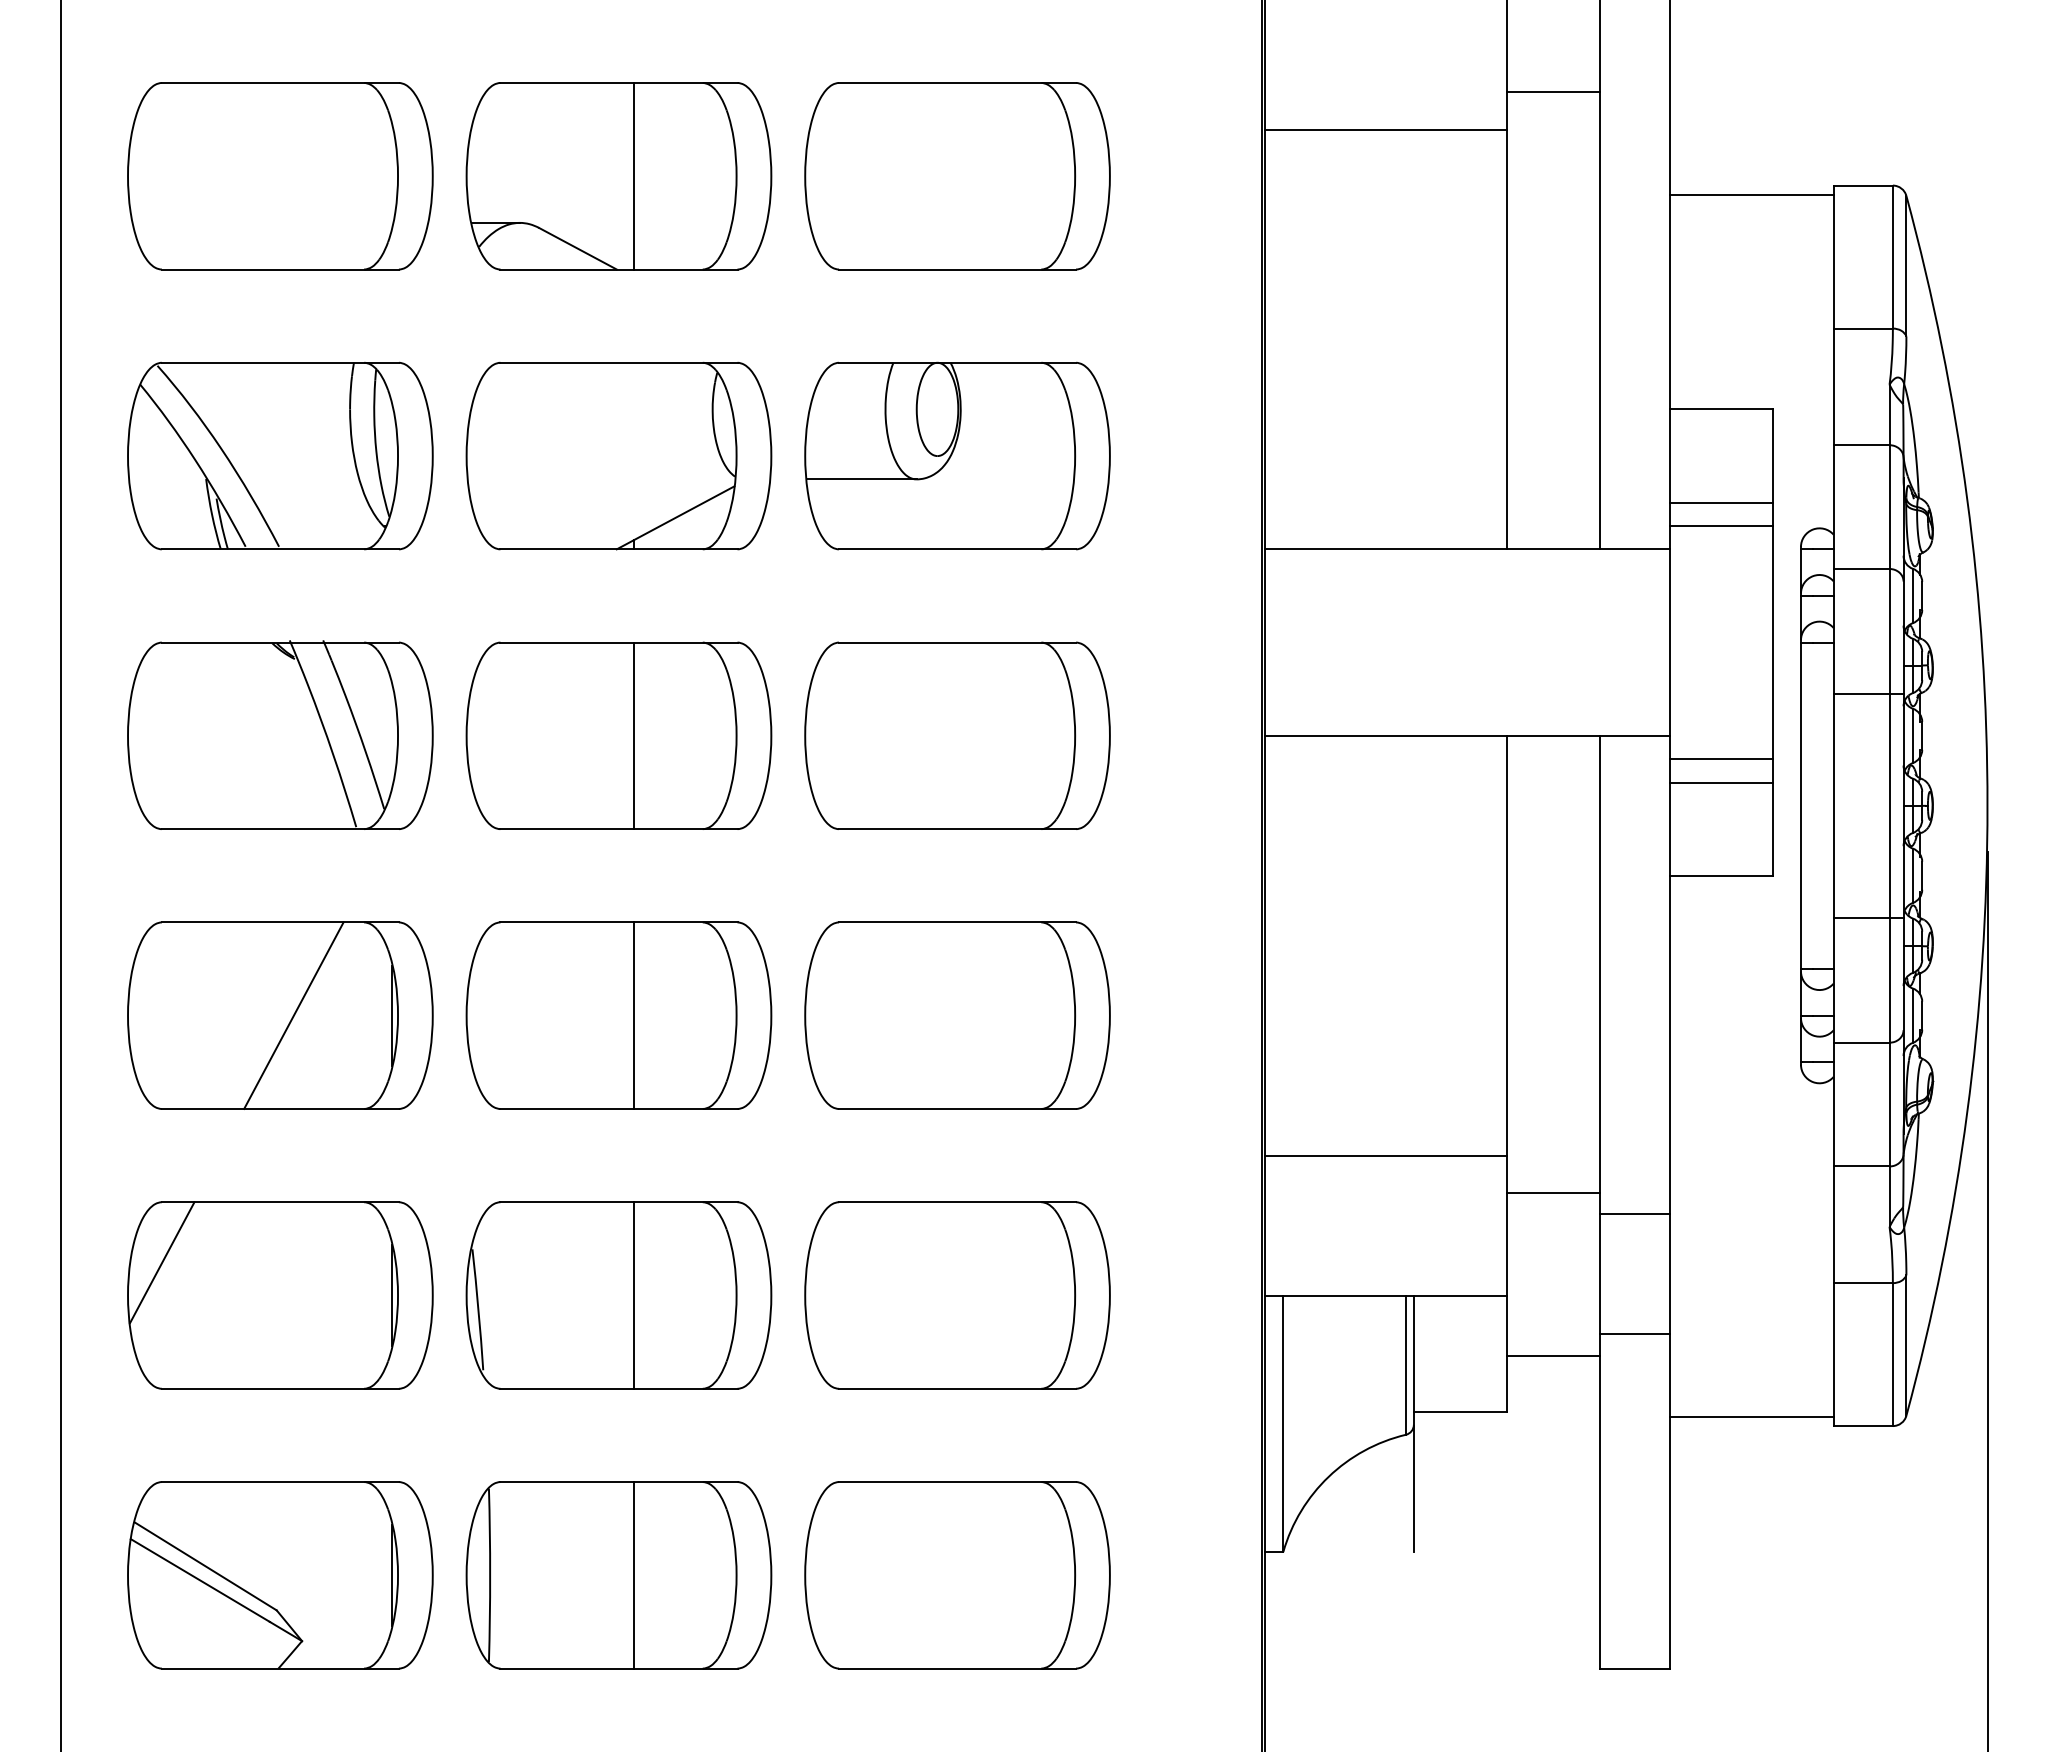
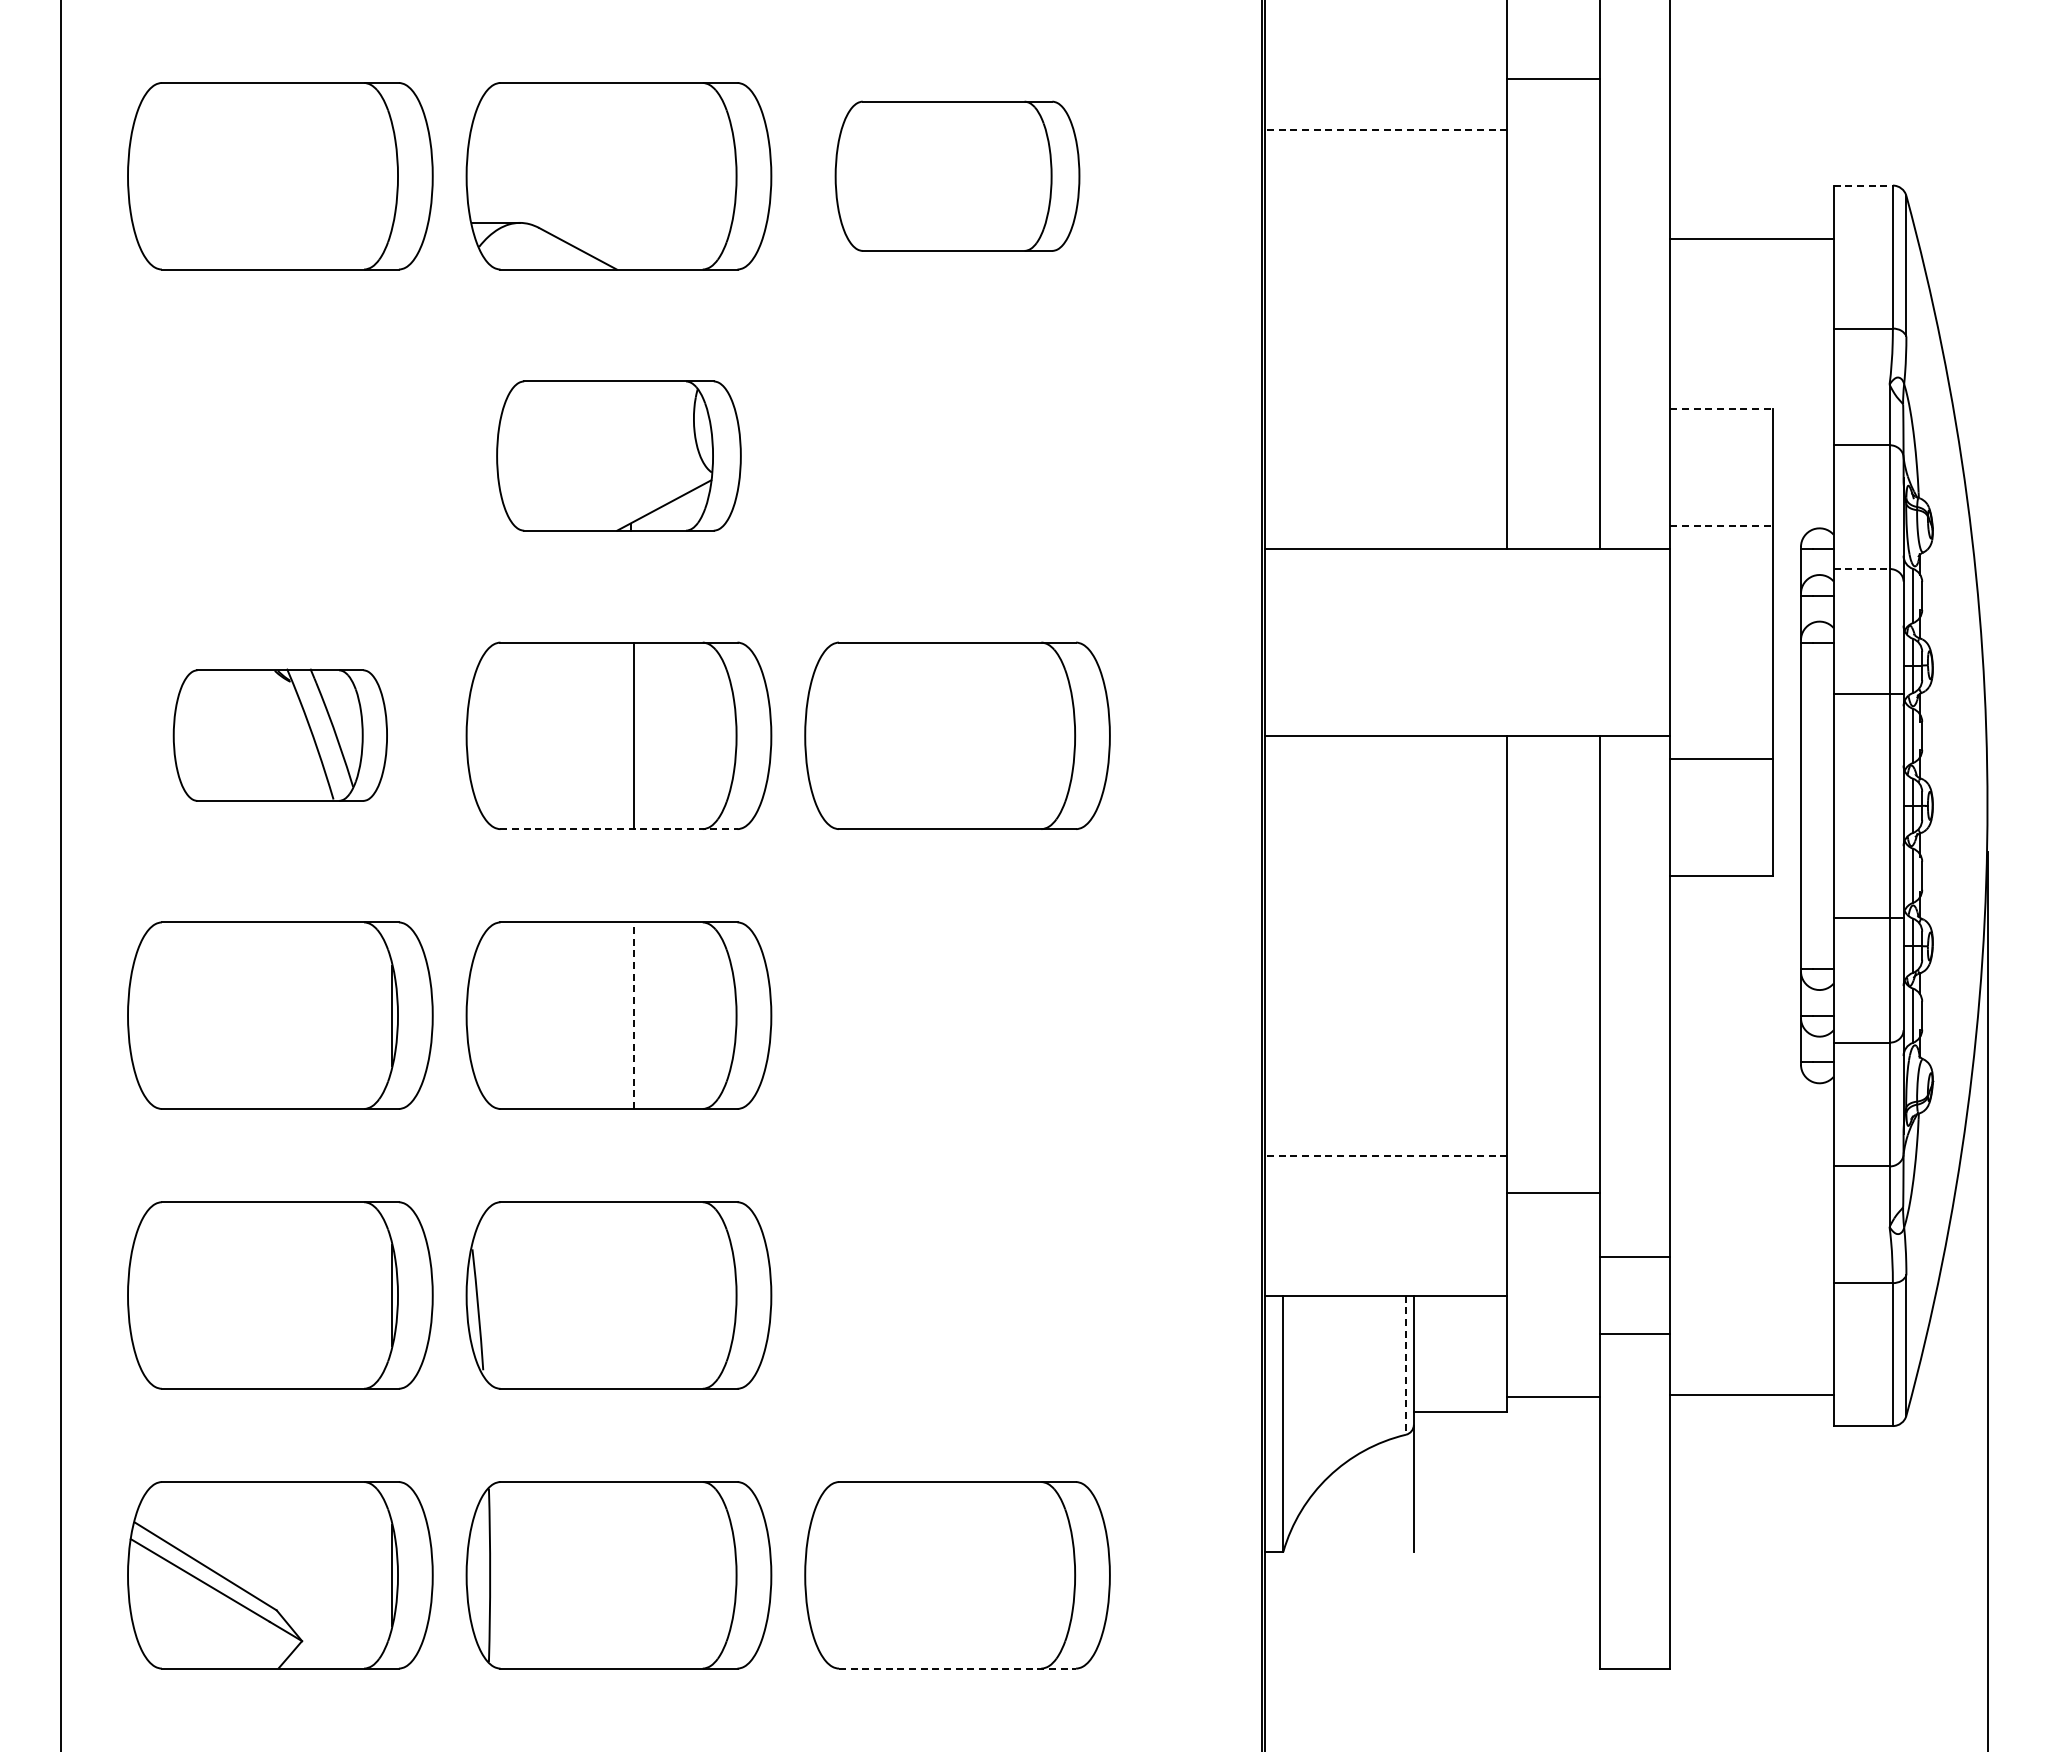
line at (1553, 92) position: (1553, 92) -> (1553, 79)
line at (1385, 129): solid -> dashed
line at (633, 175): present -> none
part at (957, 176) size: 307x189 px -> 247x152 px
line at (1863, 185): solid -> dashed
line at (1751, 194) position: (1751, 194) -> (1751, 238)
line at (1722, 409): solid -> dashed
part at (280, 455): present -> none
part at (618, 455) size: 308x190 px -> 246x152 px
part at (957, 455): present -> none
line at (1721, 502): present -> none
line at (1722, 526): solid -> dashed
line at (1861, 568): solid -> dashed
part at (280, 734) size: 307x190 px -> 216x134 px
line at (1721, 782): present -> none
line at (618, 829): solid -> dashed
line at (293, 1015): present -> none
line at (633, 1015): solid -> dashed
part at (957, 1015): present -> none
line at (1385, 1155): solid -> dashed
line at (1635, 1214) position: (1635, 1214) -> (1635, 1257)
line at (162, 1262): present -> none
line at (633, 1295): present -> none
part at (957, 1295): present -> none
line at (1553, 1356) position: (1553, 1356) -> (1553, 1397)
line at (1405, 1365): solid -> dashed
line at (1751, 1416) position: (1751, 1416) -> (1751, 1394)
line at (633, 1575): present -> none
line at (957, 1668): solid -> dashed
